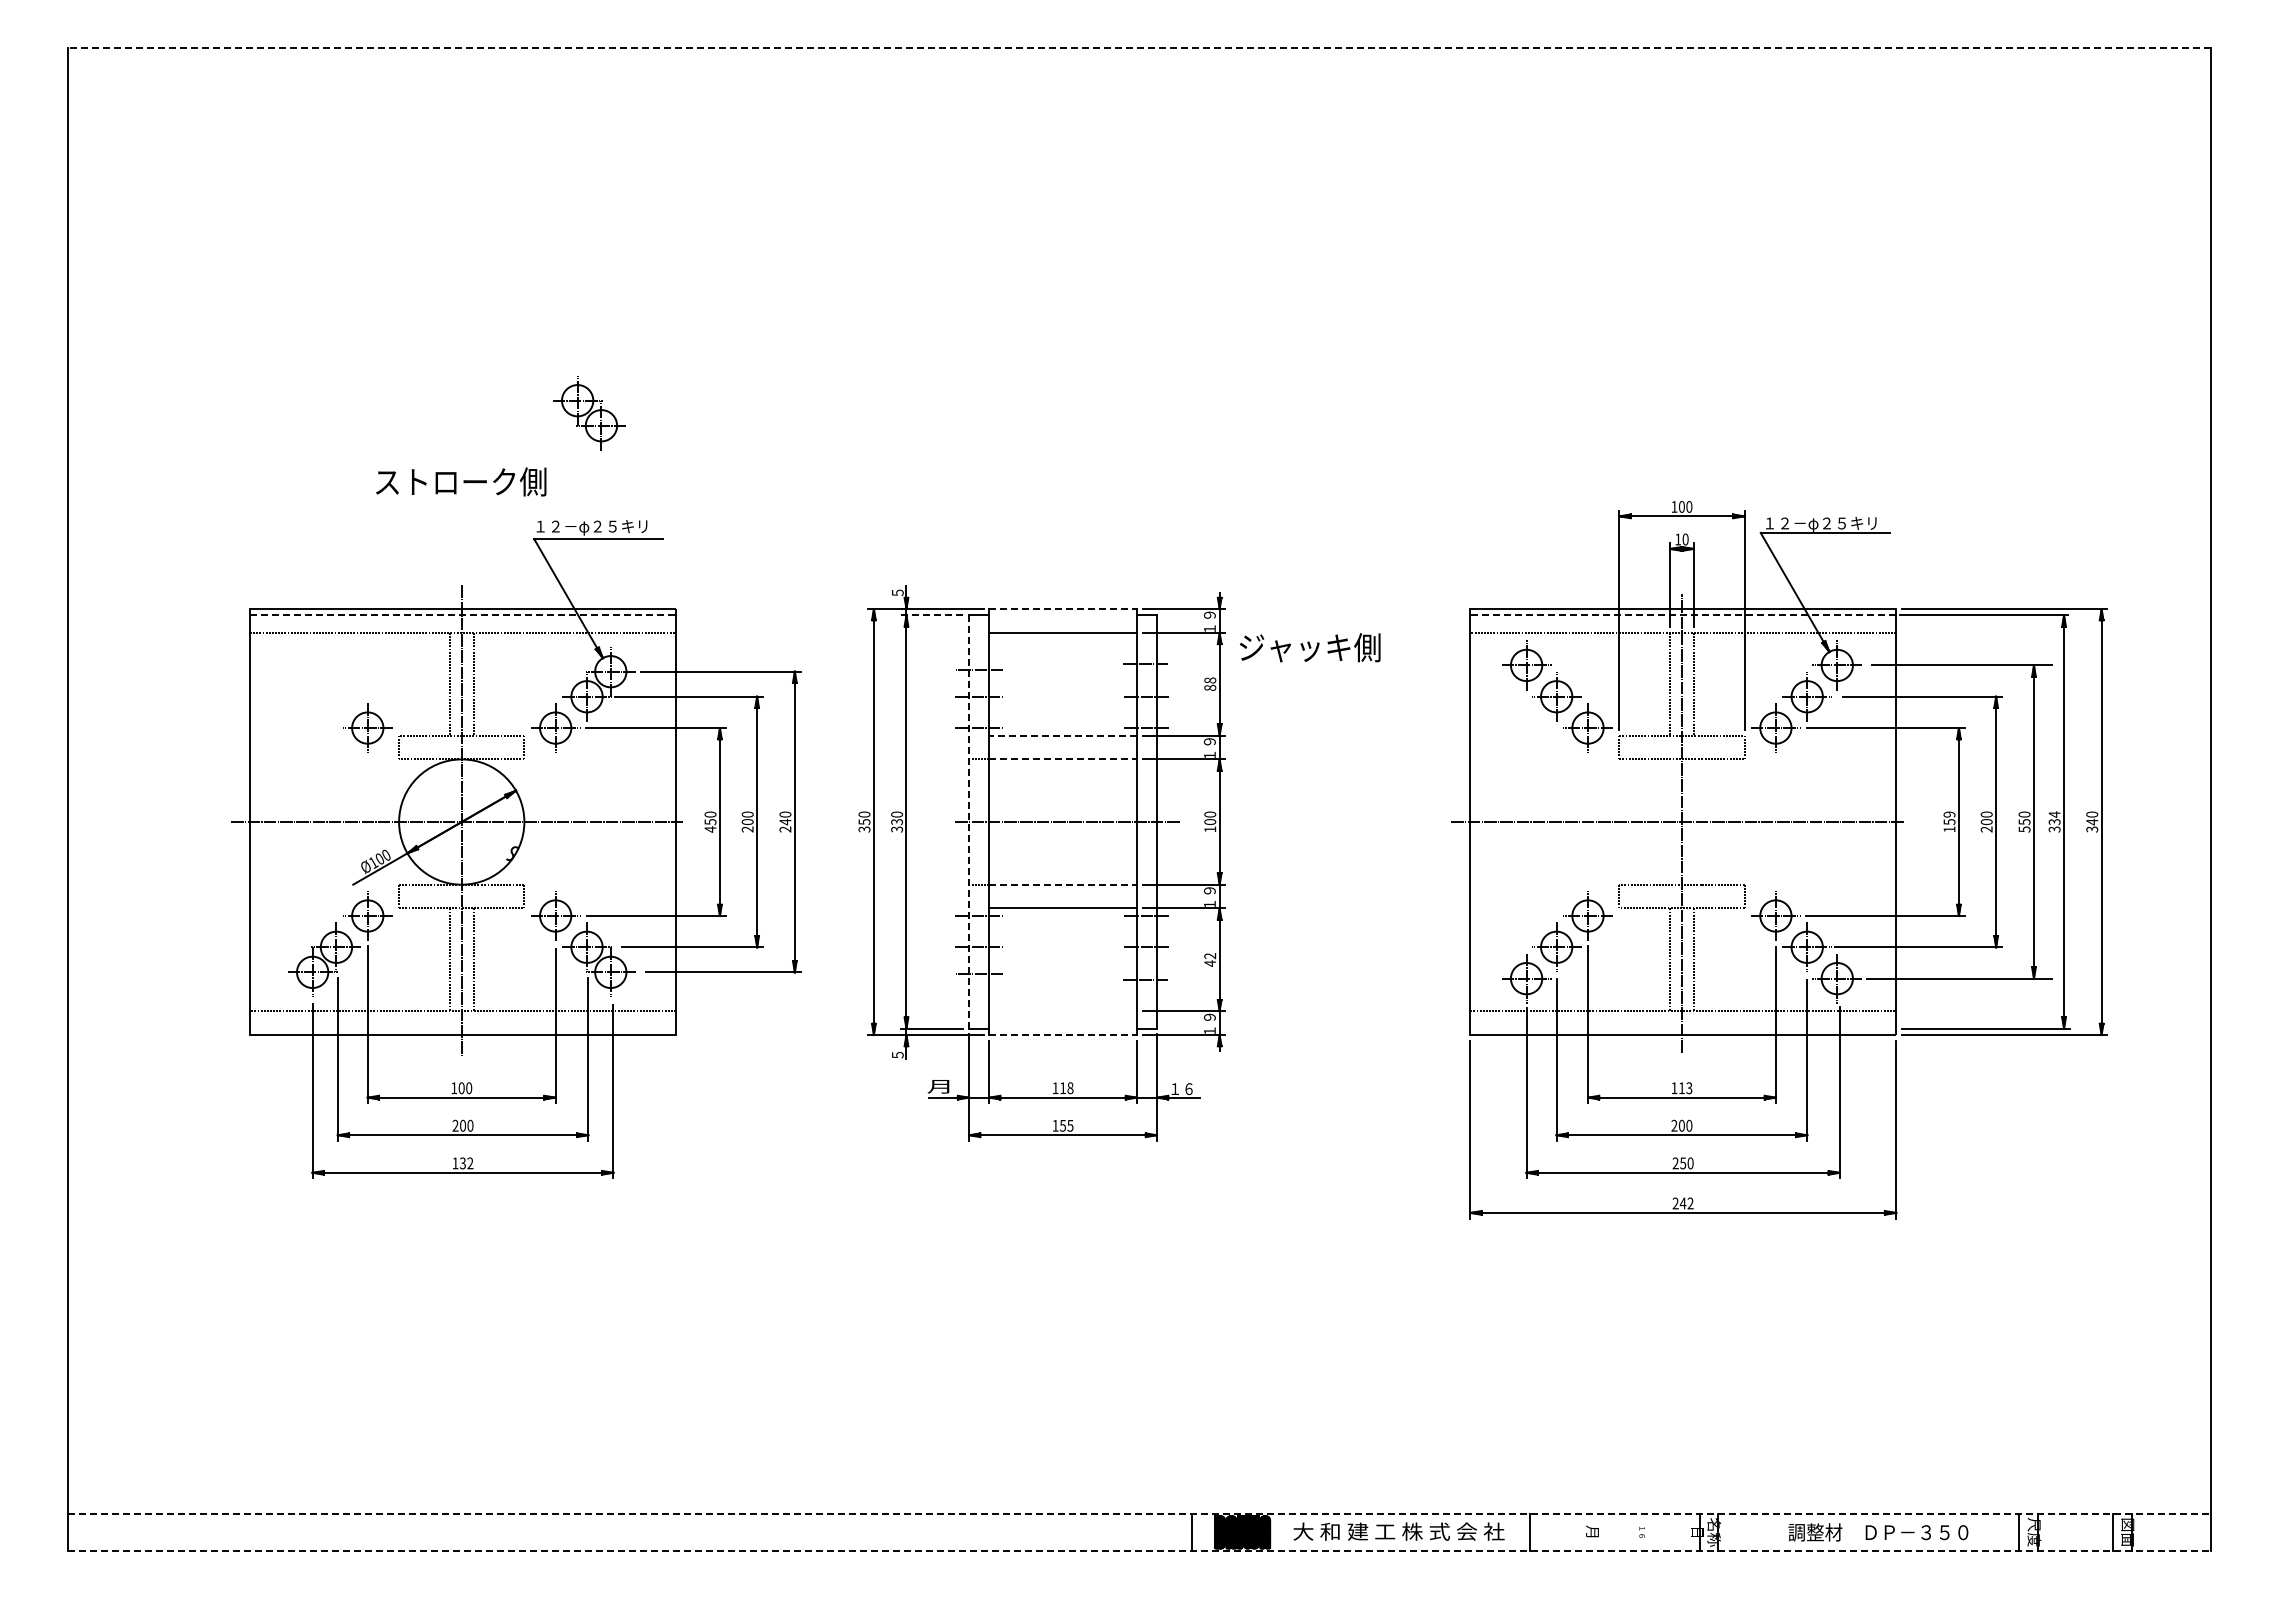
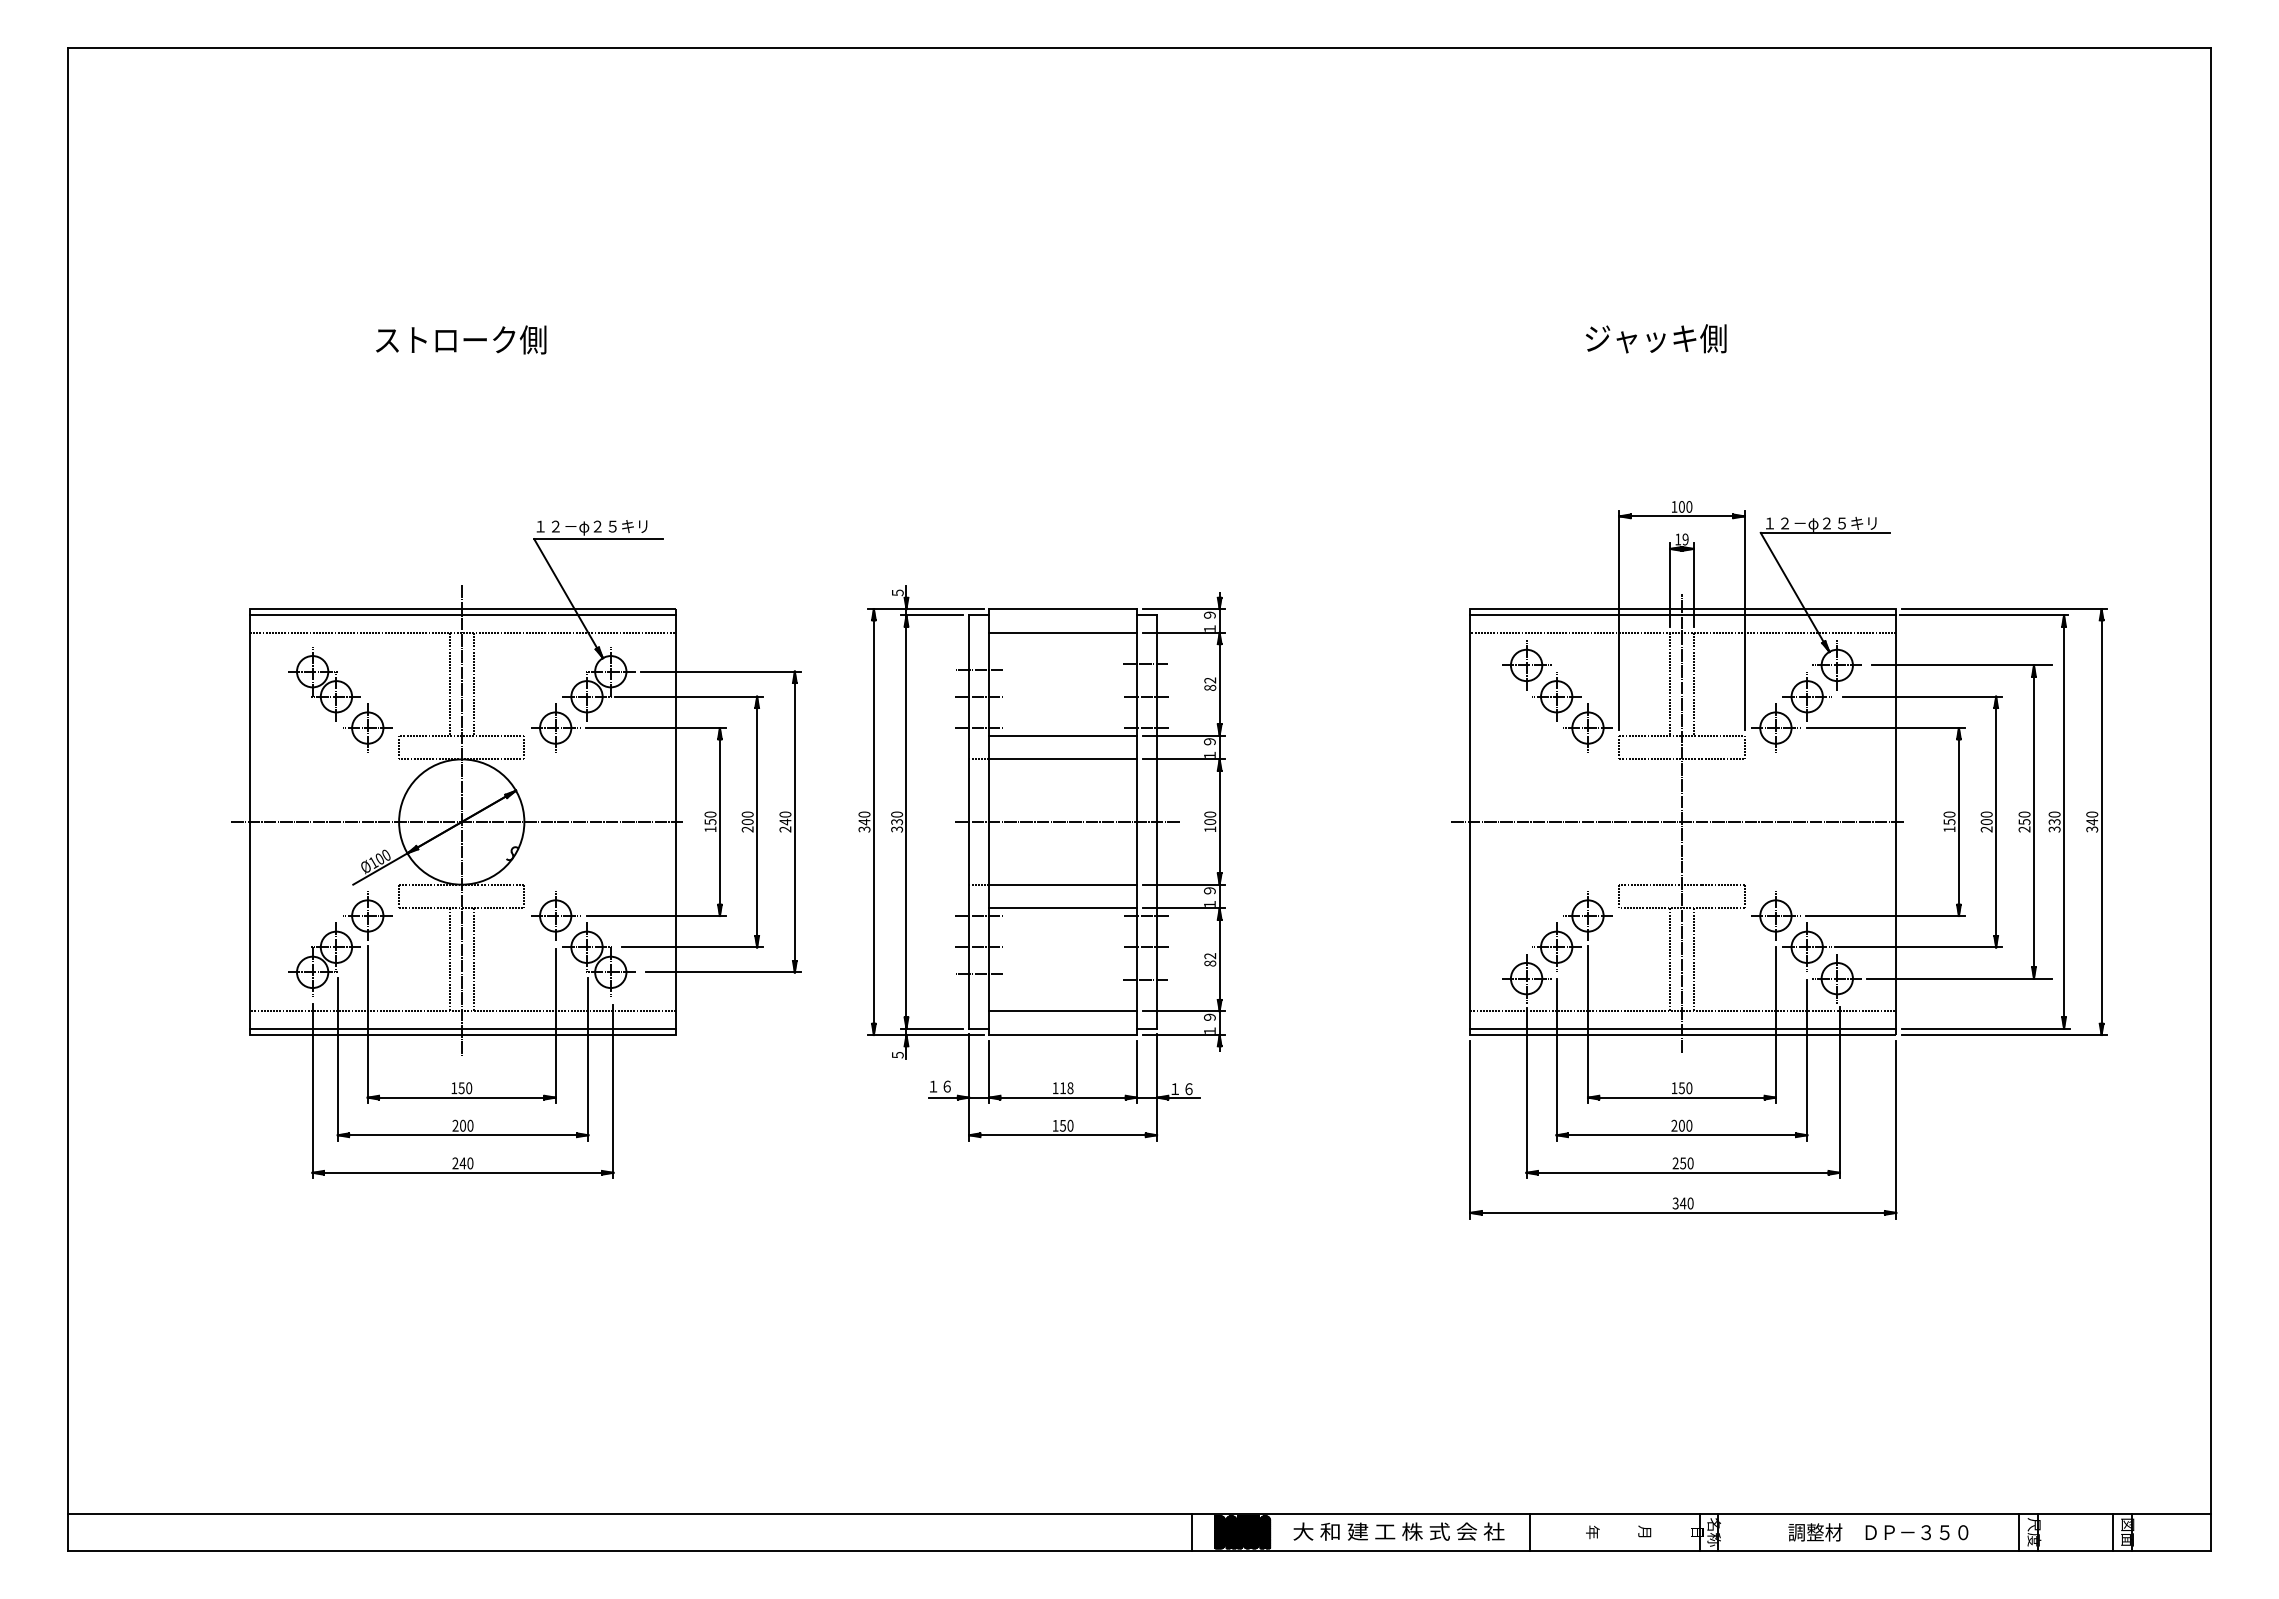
line at (1139, 47): dashed -> solid
part at (589, 413) position: (589, 413) -> (324, 684)
text at (461, 481) position: (461, 481) -> (461, 339)
text at (1685, 539): 10 -> 19
line at (1063, 609): dashed -> solid
line at (462, 615): dashed -> solid
line at (931, 615): dashed -> solid
line at (1683, 615): dashed -> solid
text at (1310, 647) position: (1310, 647) -> (1656, 338)
text at (1210, 680): 88 -> 82
line at (1063, 735): dashed -> solid
line at (1063, 759): dashed -> solid
text at (1949, 814): 159 -> 150
text at (2054, 814): 334 -> 330
text at (864, 821): 350 -> 340
line at (969, 822): dashed -> solid
text at (710, 829): 450 -> 150
text at (2024, 829): 550 -> 250
line at (1063, 884): dashed -> solid
text at (1210, 963): 42 -> 82
line at (1062, 1011): none -> present
line at (462, 1028): none -> present
line at (1683, 1028): none -> present
line at (1063, 1035): dashed -> solid
text at (938, 1086): 月 -> １６
text at (461, 1088): 100 -> 150
text at (1685, 1088): 113 -> 150
text at (1070, 1125): 155 -> 150
text at (462, 1163): 132 -> 240
text at (1682, 1203): 242 -> 340
line at (1139, 1513): dashed -> solid
text at (1644, 1531): １６ -> 月
text at (1592, 1532): 月 -> 年
line at (1139, 1551): dashed -> solid
